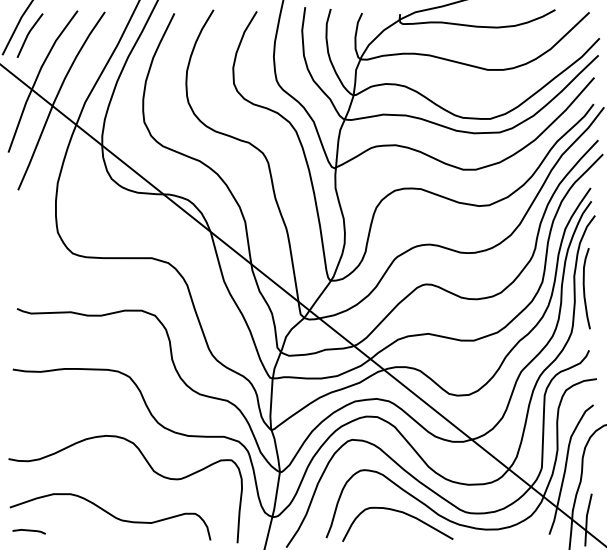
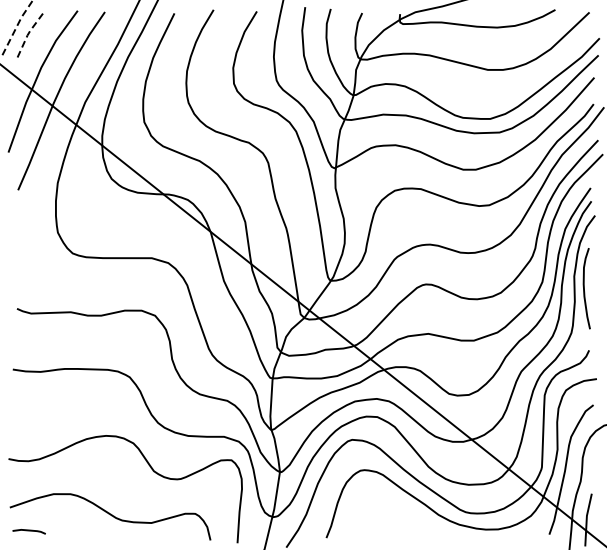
line at (17, 26): solid -> dashed
line at (28, 34): solid -> dashed
curve at (398, 512): present -> none
